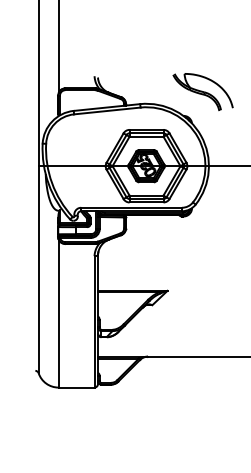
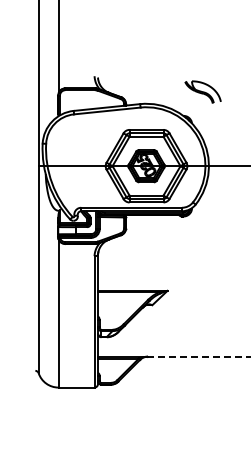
part at (202, 92) size: 62x39 px -> 38x24 px
line at (199, 356): solid -> dashed
